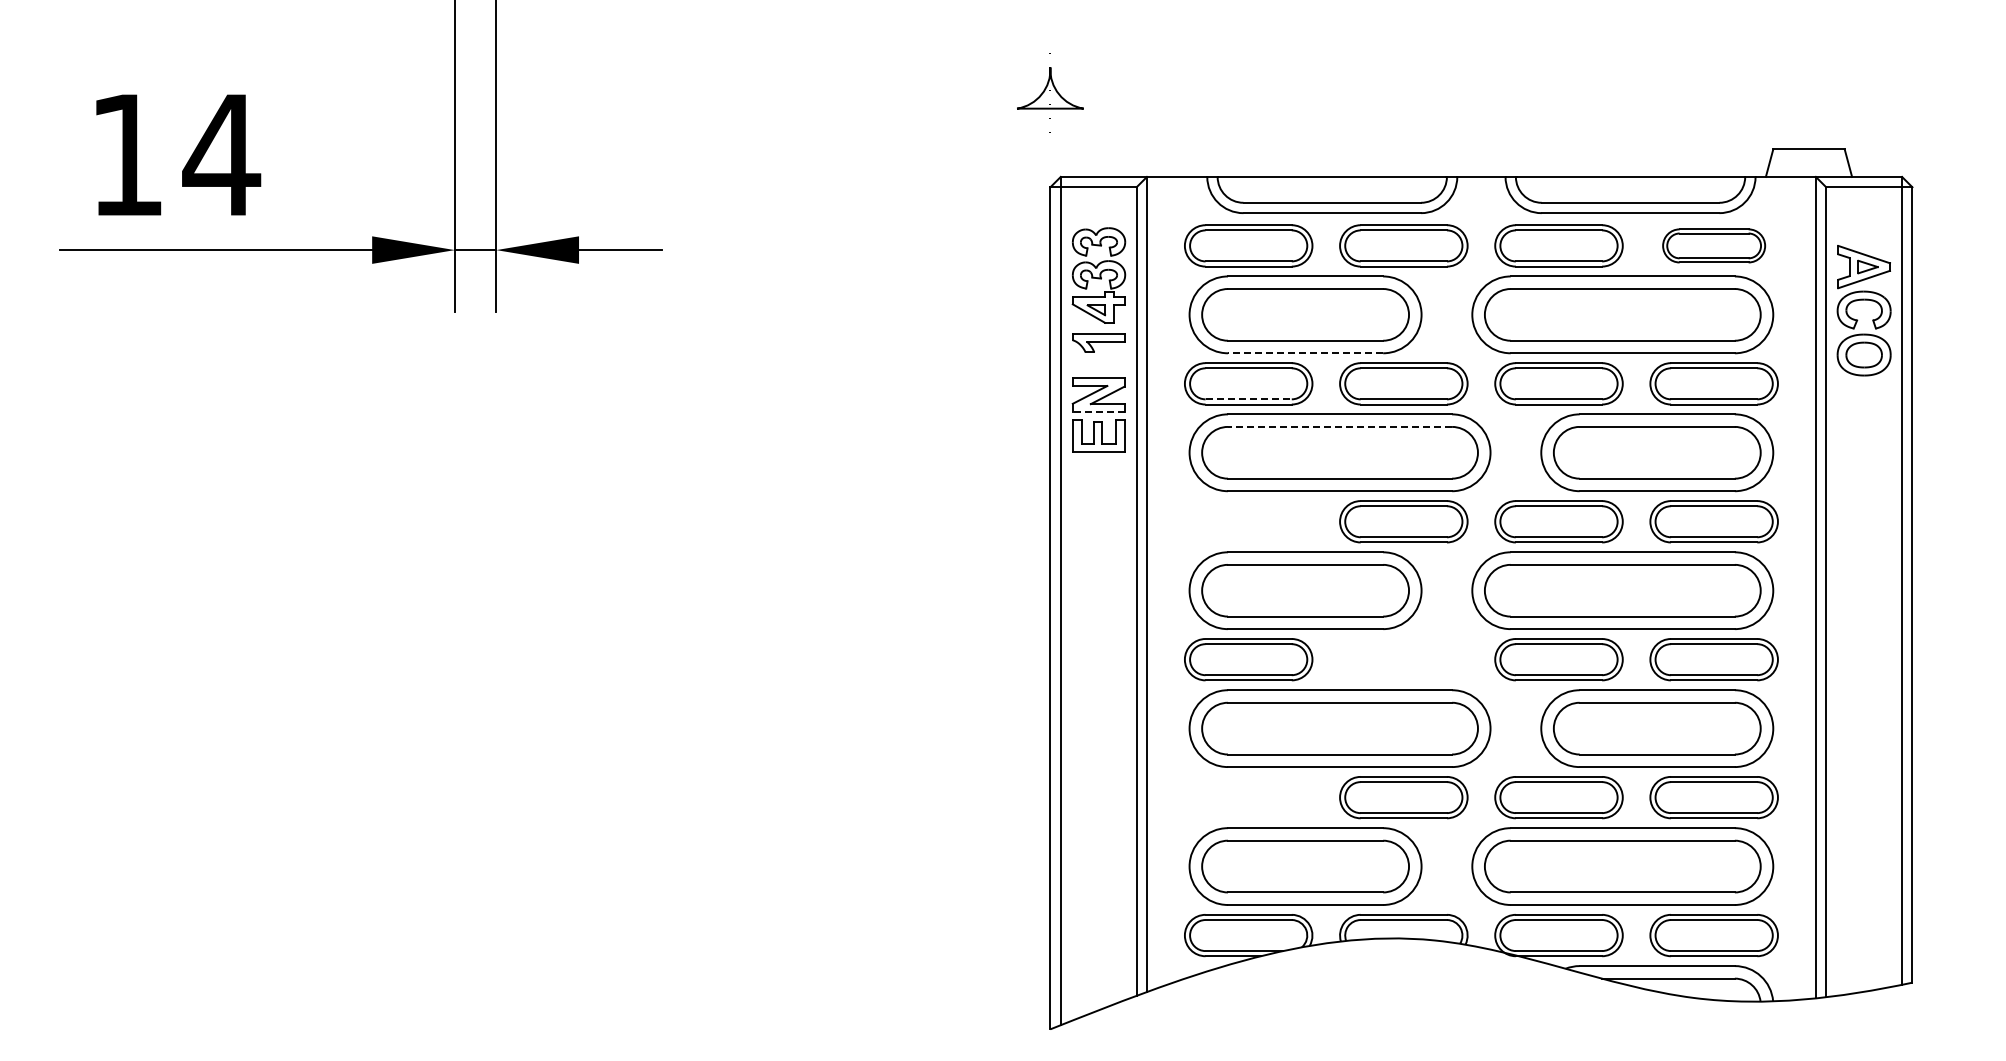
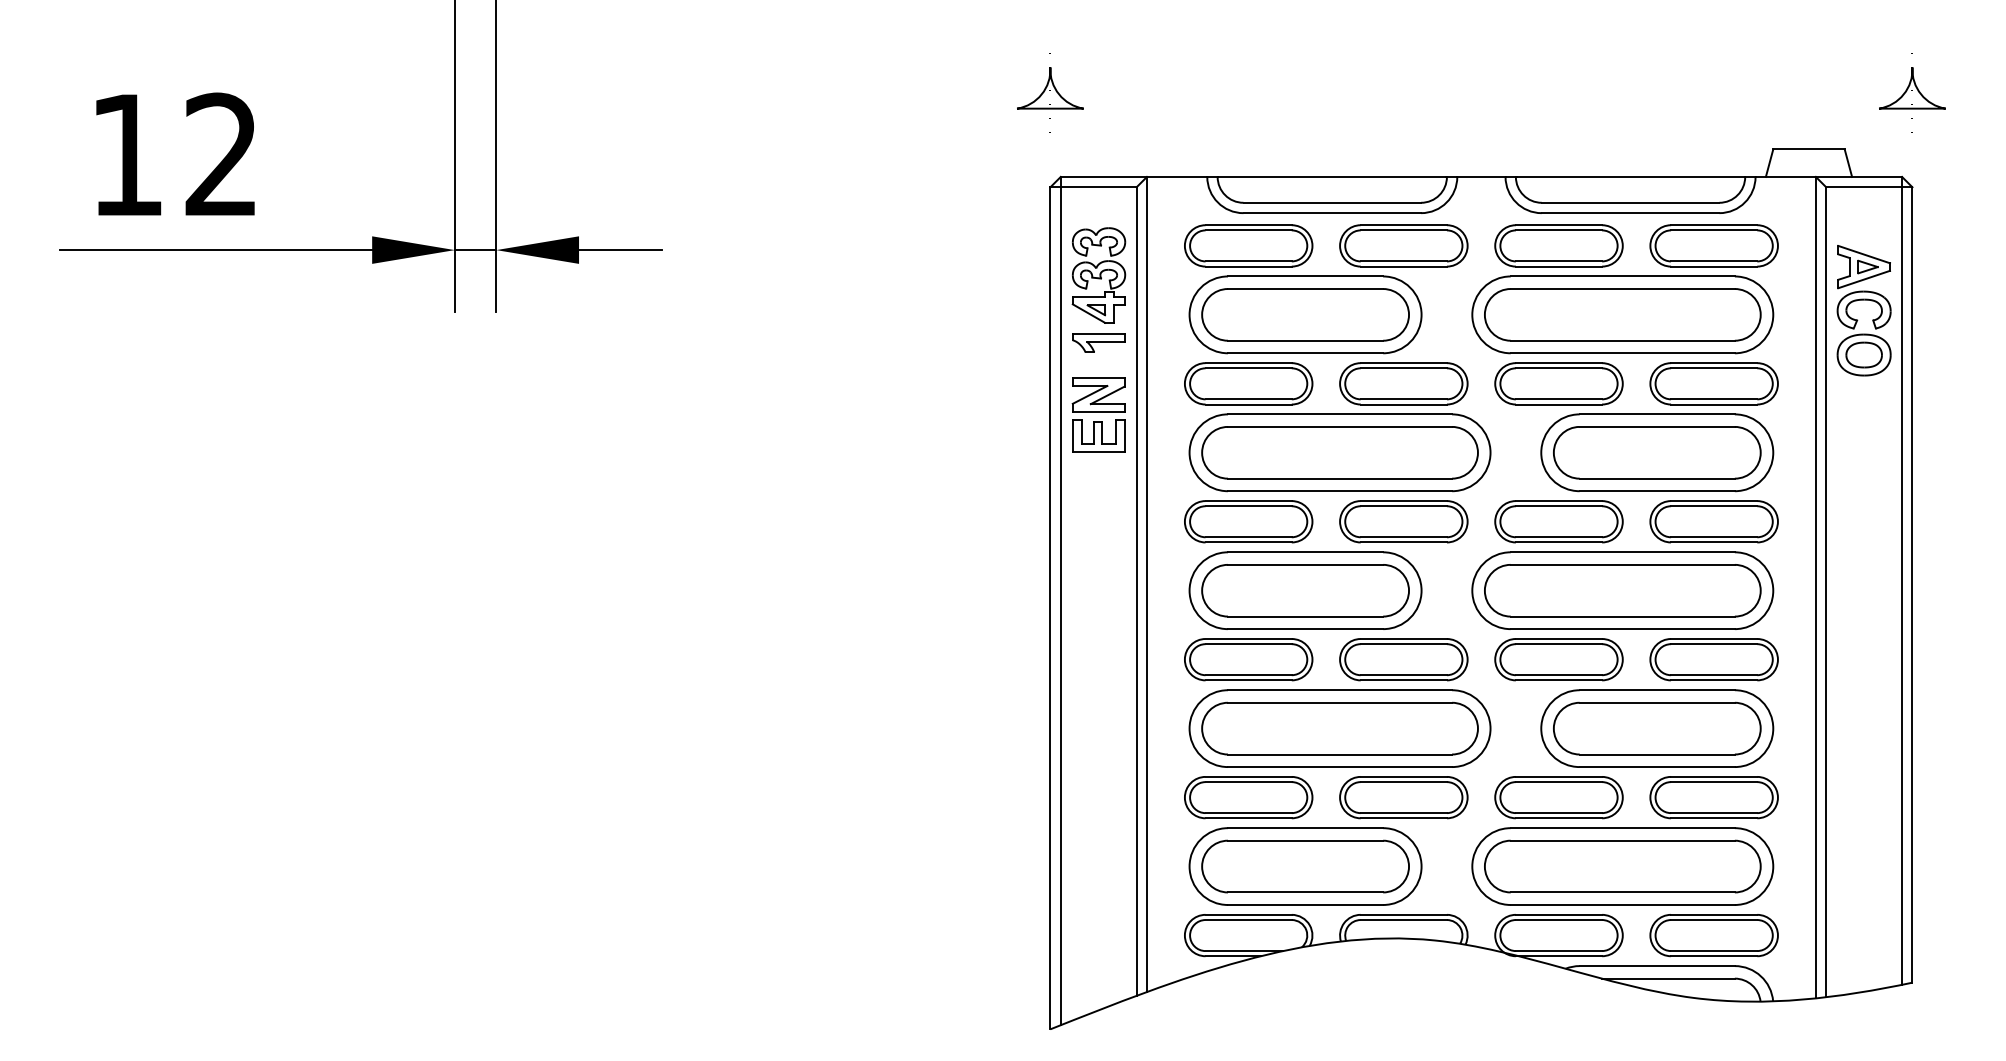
part at (1912, 92): none -> present
text at (221, 153): 14 -> 12
part at (1714, 245) size: 105x36 px -> 130x44 px
line at (1305, 353): dashed -> solid
line at (1249, 399): dashed -> solid
line at (1098, 412): dashed -> solid
line at (1339, 426): dashed -> solid
part at (1248, 521): none -> present
part at (1403, 659): none -> present
part at (1248, 797): none -> present
